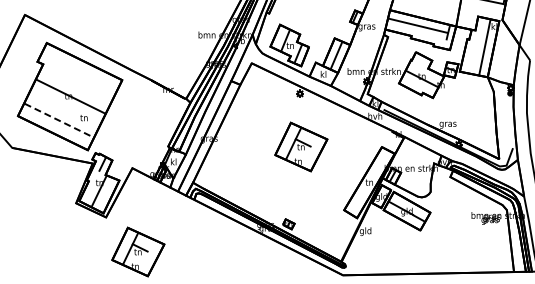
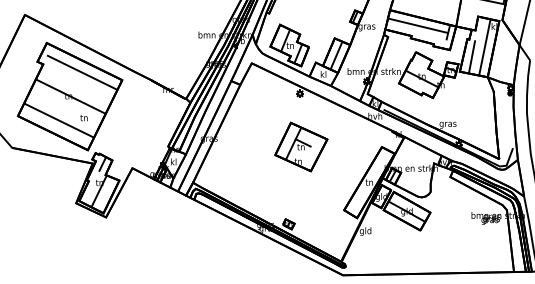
line at (471, 57): none -> present
line at (82, 72): none -> present
line at (59, 120): dashed -> solid
part at (138, 251): present -> none
